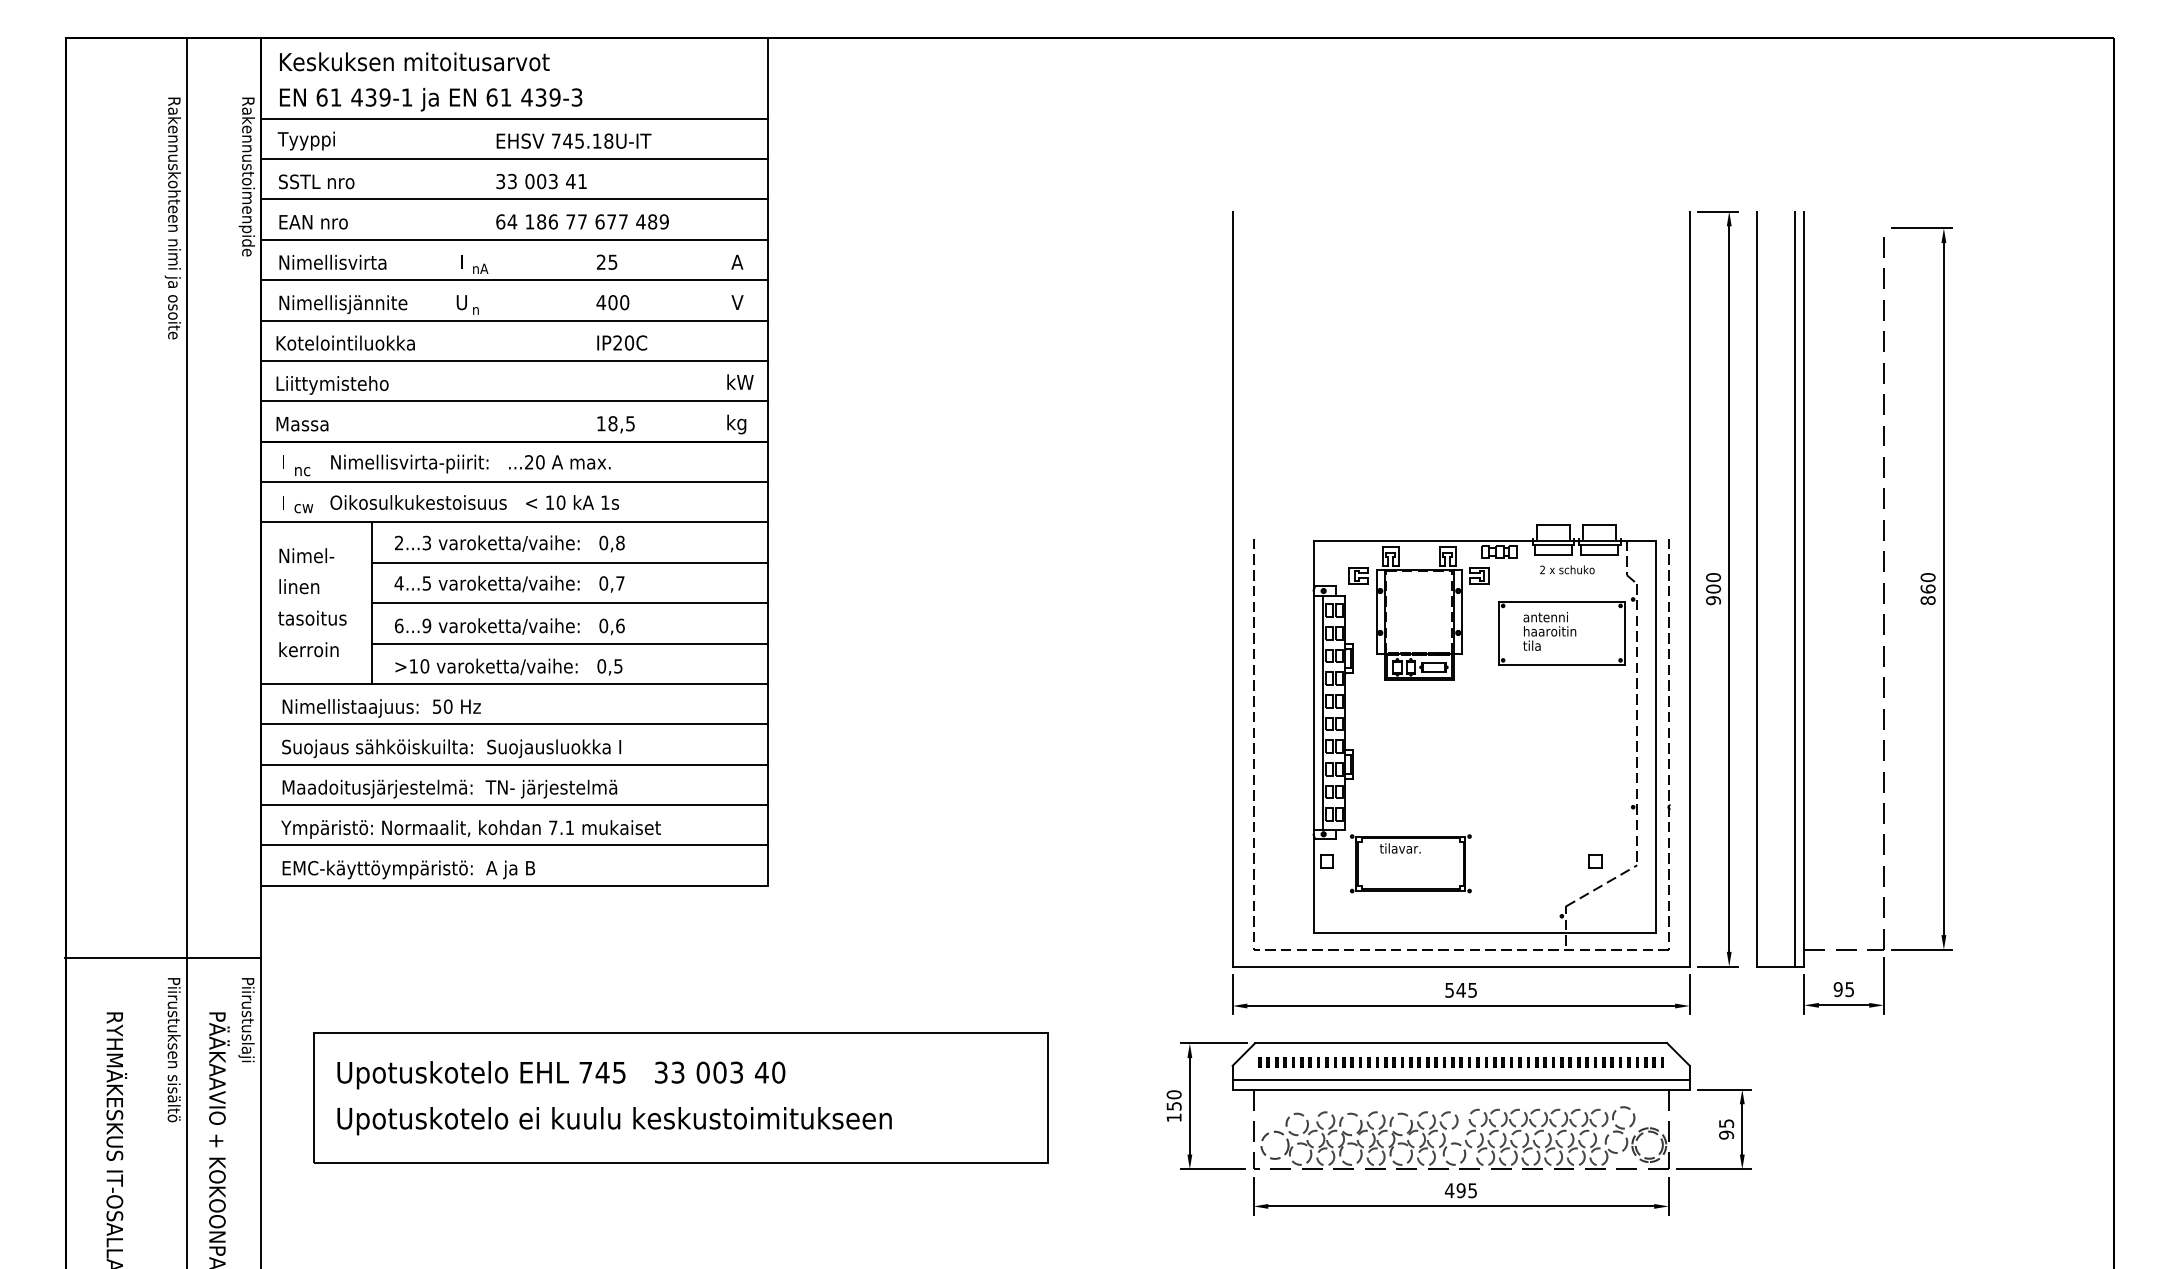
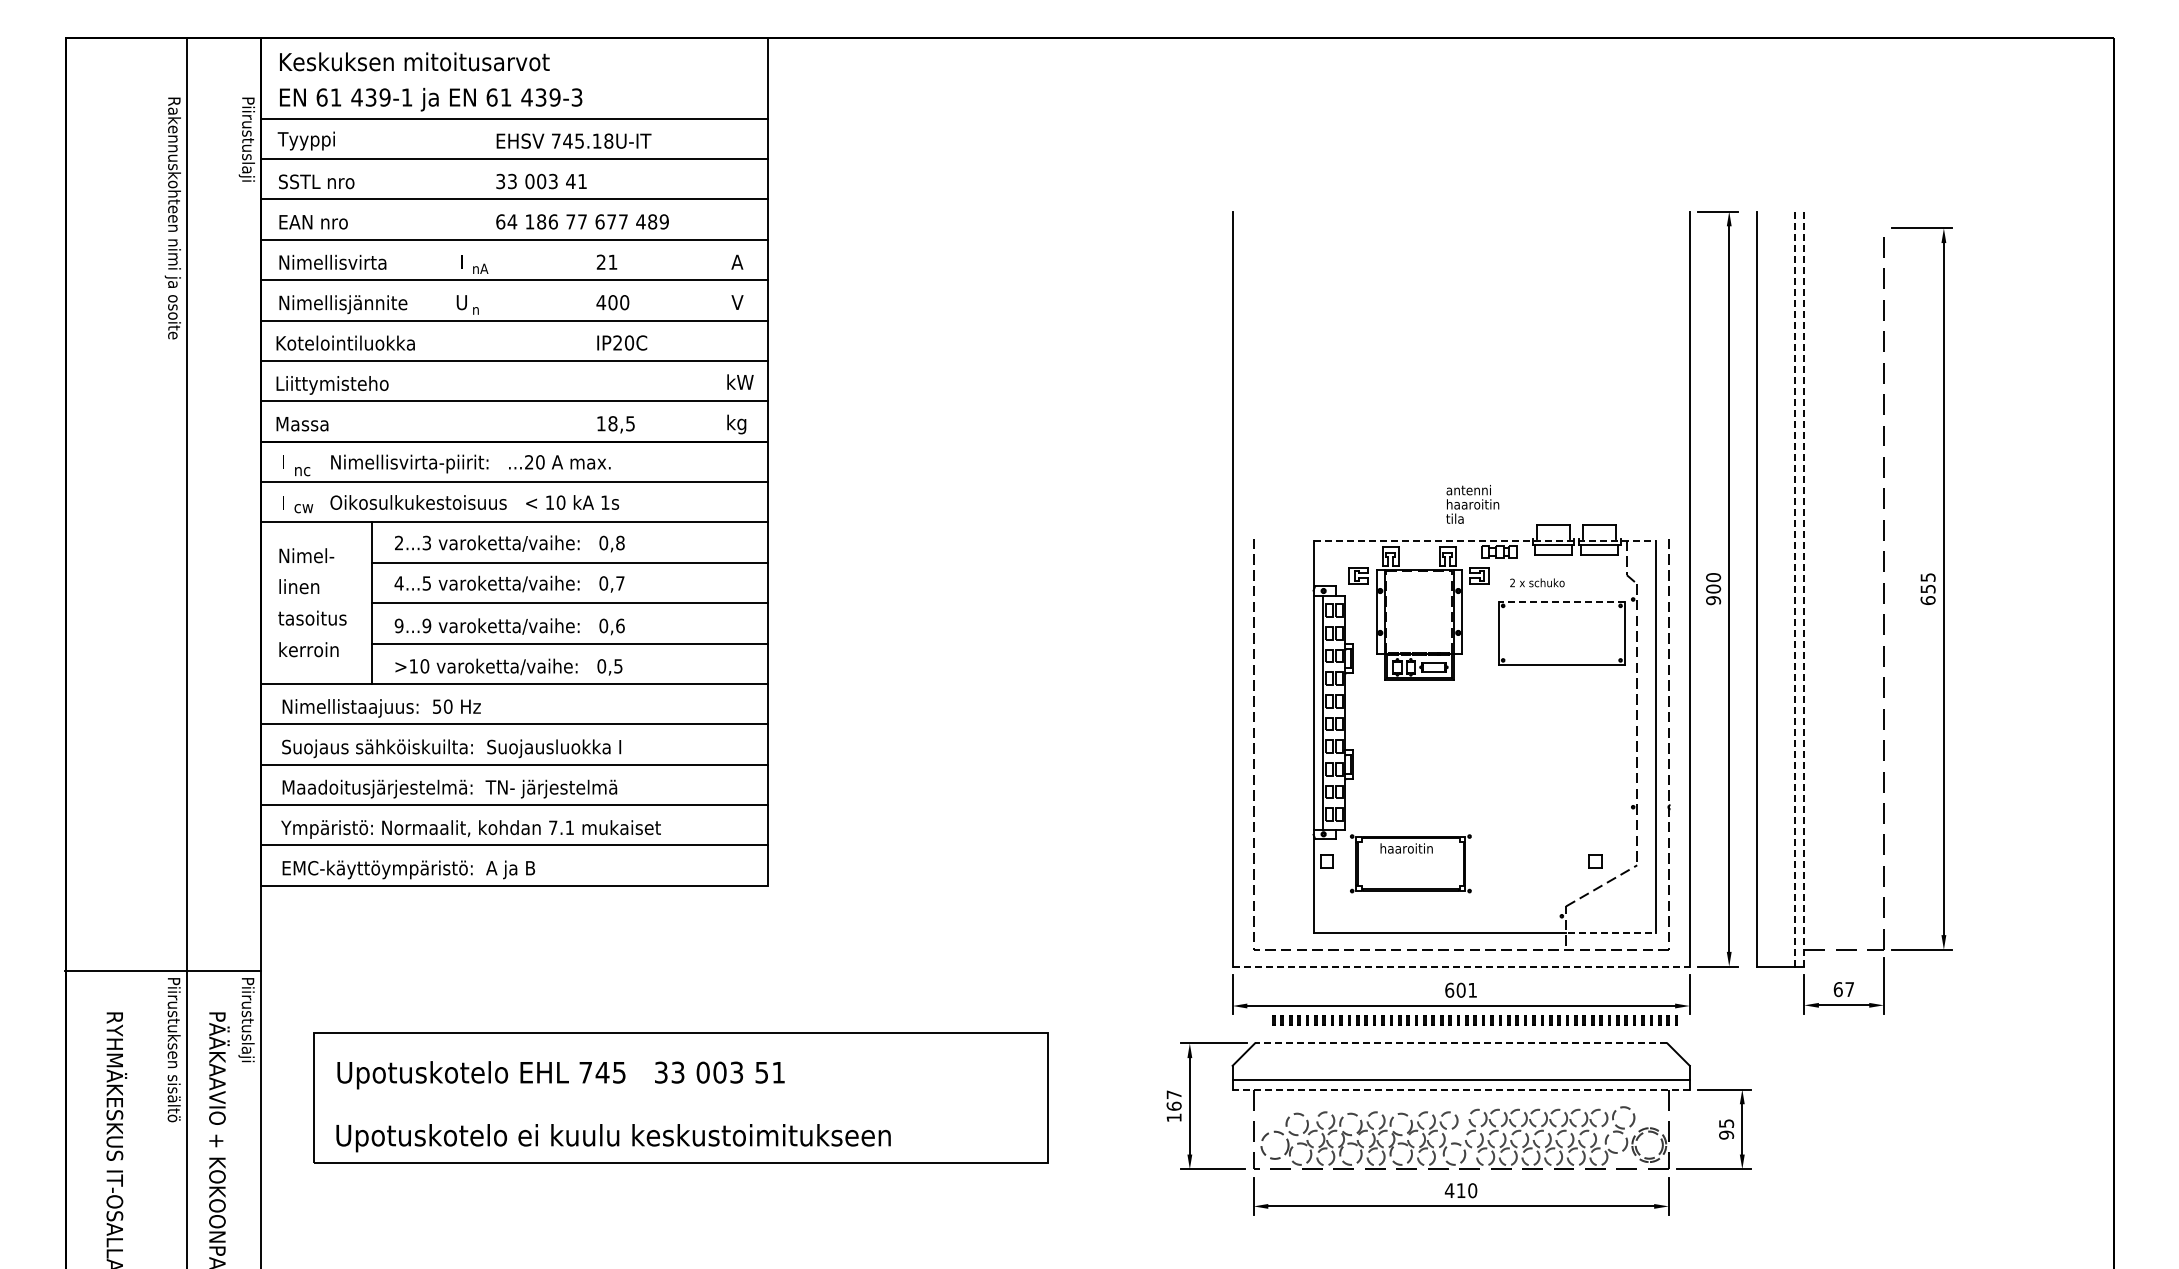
text at (246, 177): Rakennustoimenpide -> Piirustuslaji
text at (612, 261): 25 -> 21
line at (1485, 540): solid -> dashed
text at (1567, 569) position: (1567, 569) -> (1537, 582)
line at (1795, 588): solid -> dashed
line at (1804, 588): solid -> dashed
text at (1927, 589): 860 -> 655
line at (1561, 601): solid -> dashed
text at (398, 625): 6...9 -> 9...9
text at (1549, 631) position: (1549, 631) -> (1472, 504)
text at (1405, 848): tilavar. -> haaroitin
line at (1611, 932): solid -> dashed
line at (162, 958) position: (162, 958) -> (162, 971)
line at (1461, 966): solid -> dashed
text at (1460, 989): 545 -> 601
text at (1843, 989): 95 -> 67
line at (1460, 1043): solid -> dashed
part at (1460, 1062) position: (1460, 1062) -> (1474, 1020)
text at (769, 1072): 40 -> 51
line at (1461, 1089): solid -> dashed
text at (1173, 1100): 150 -> 167
text at (614, 1121) position: (614, 1121) -> (613, 1138)
text at (1466, 1190): 495 -> 410
